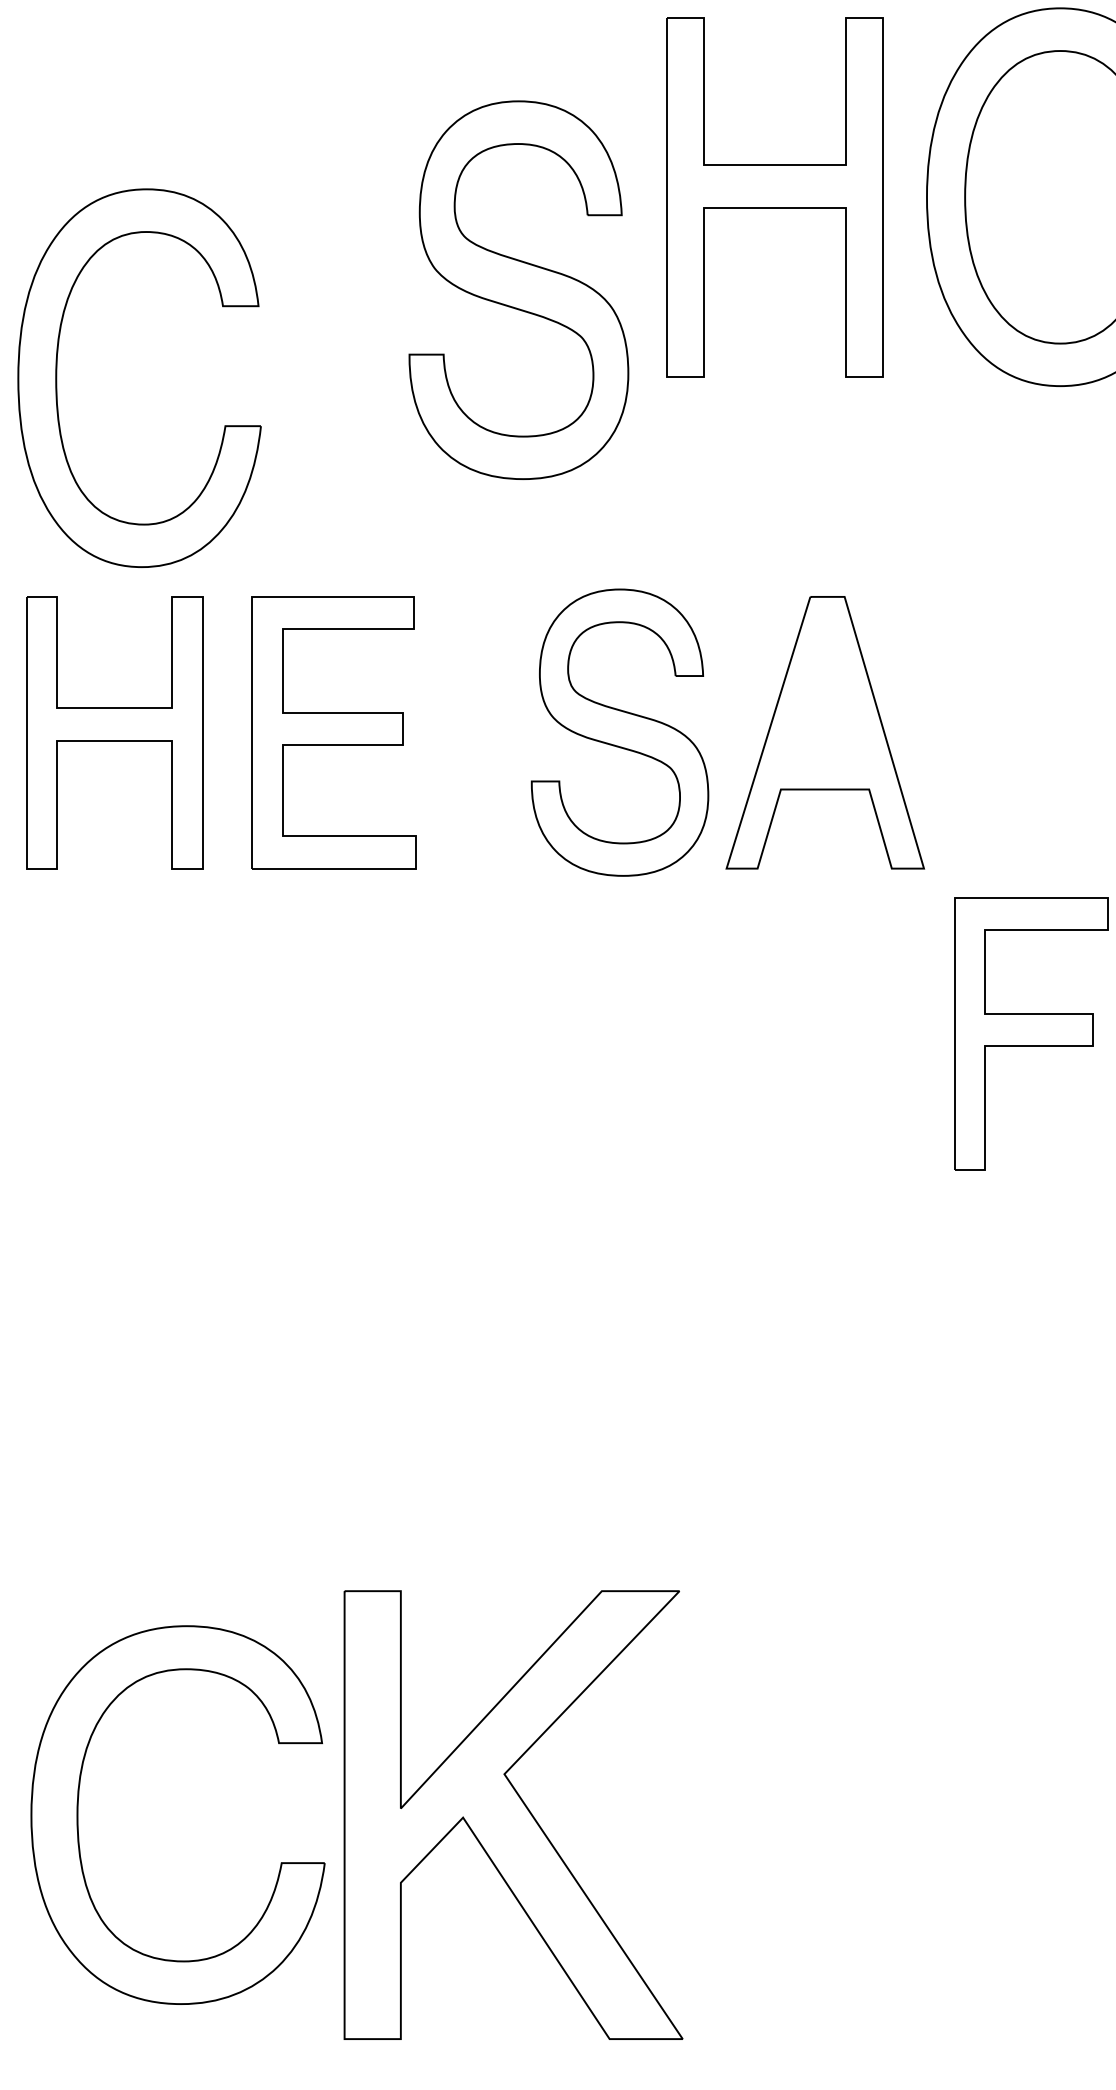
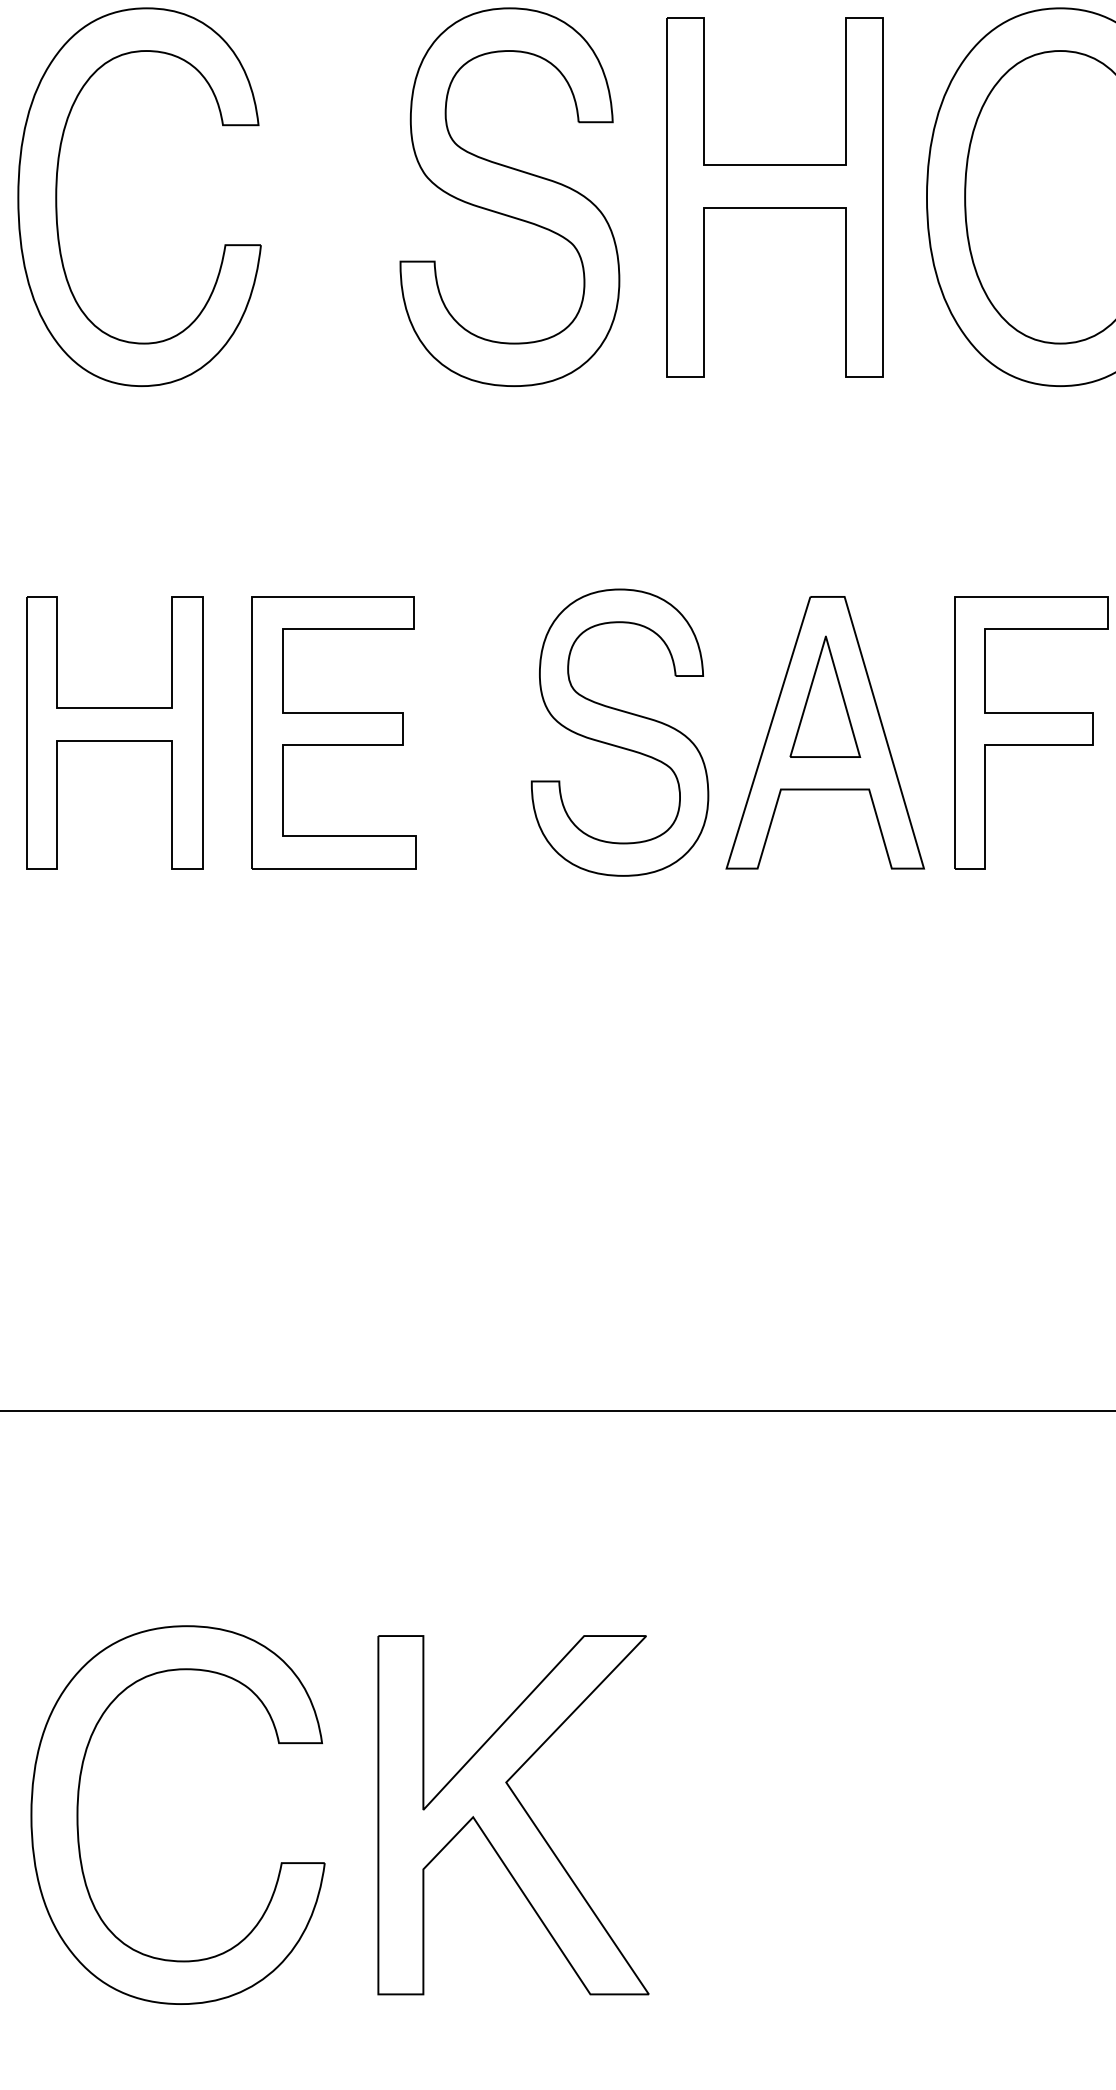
part at (518, 289) position: (518, 289) -> (509, 196)
part at (57, 377) position: (57, 377) -> (57, 196)
part at (825, 696): none -> present
part at (1031, 1033) position: (1031, 1033) -> (1031, 732)
line at (557, 1411): none -> present
part at (513, 1814) size: 341x450 px -> 273x361 px
